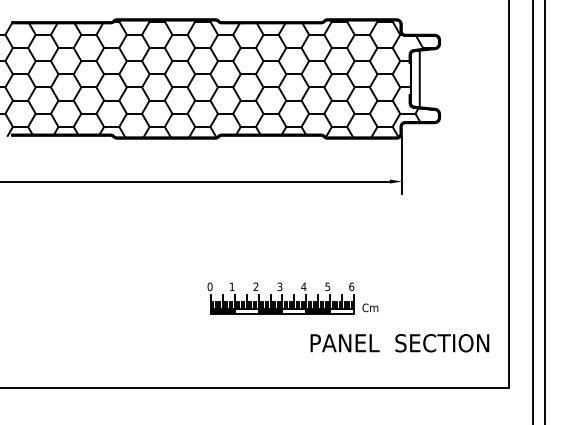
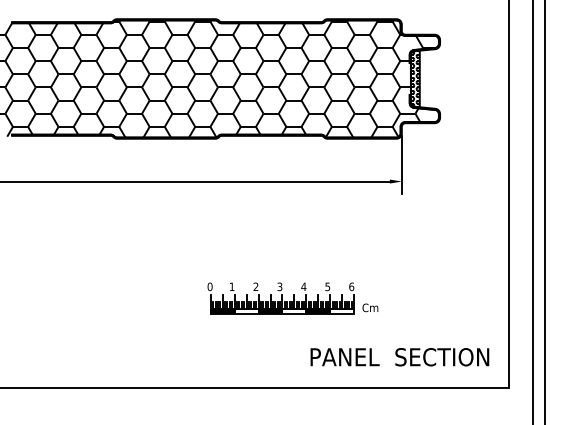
hatch at (414, 78): none -> present
text at (399, 343) position: (399, 343) -> (399, 357)
